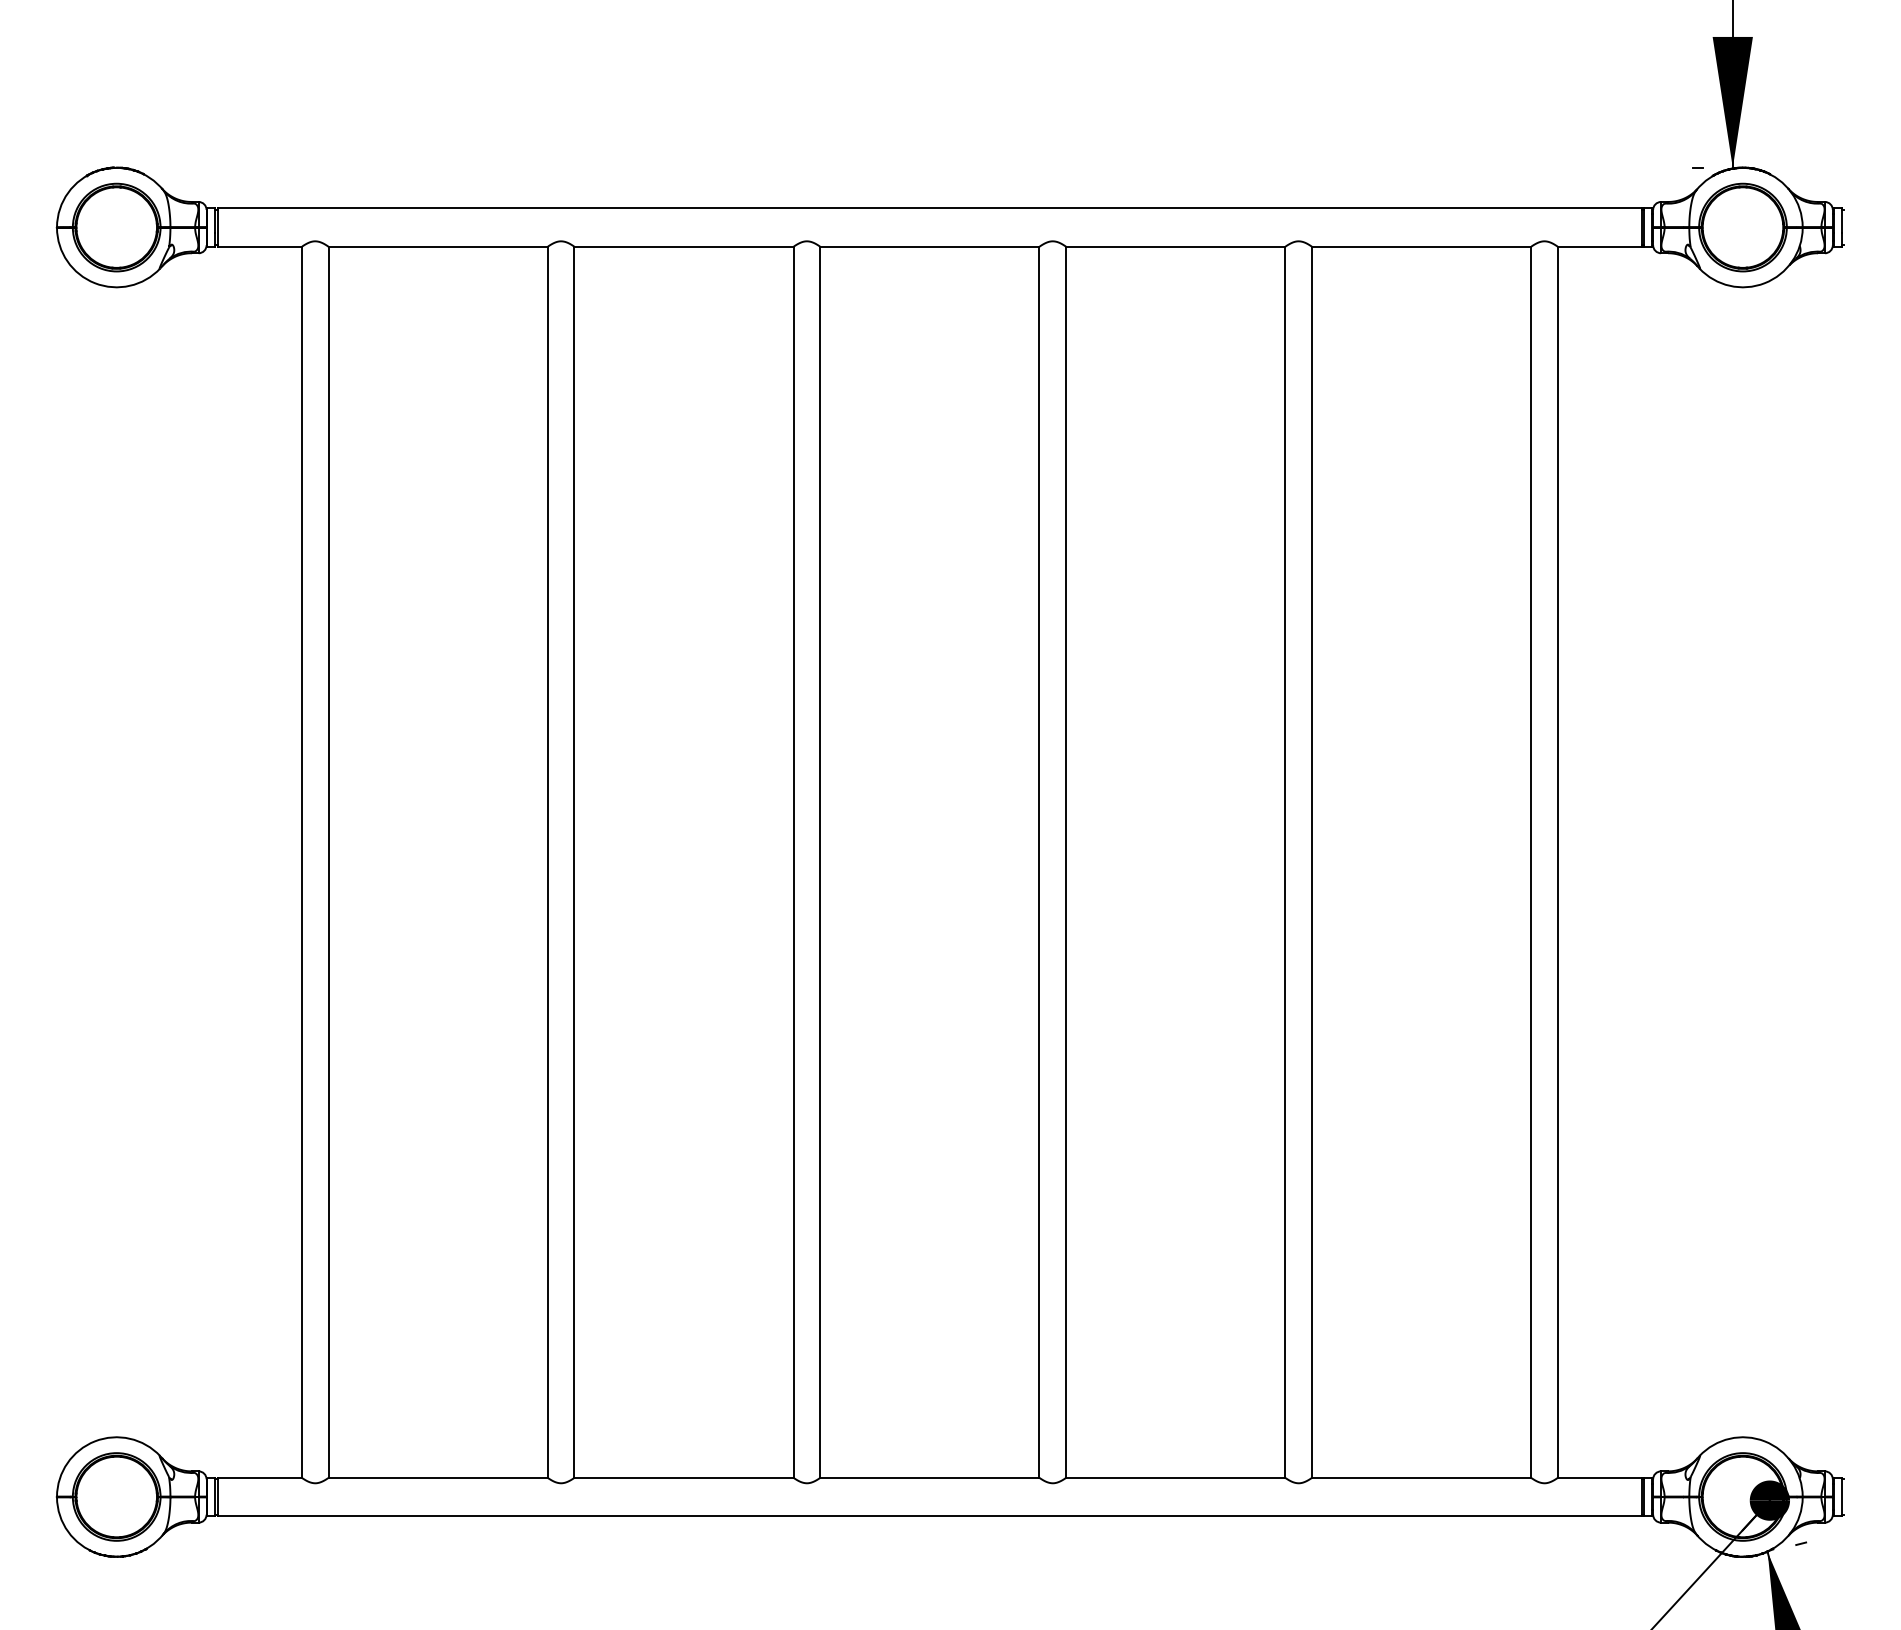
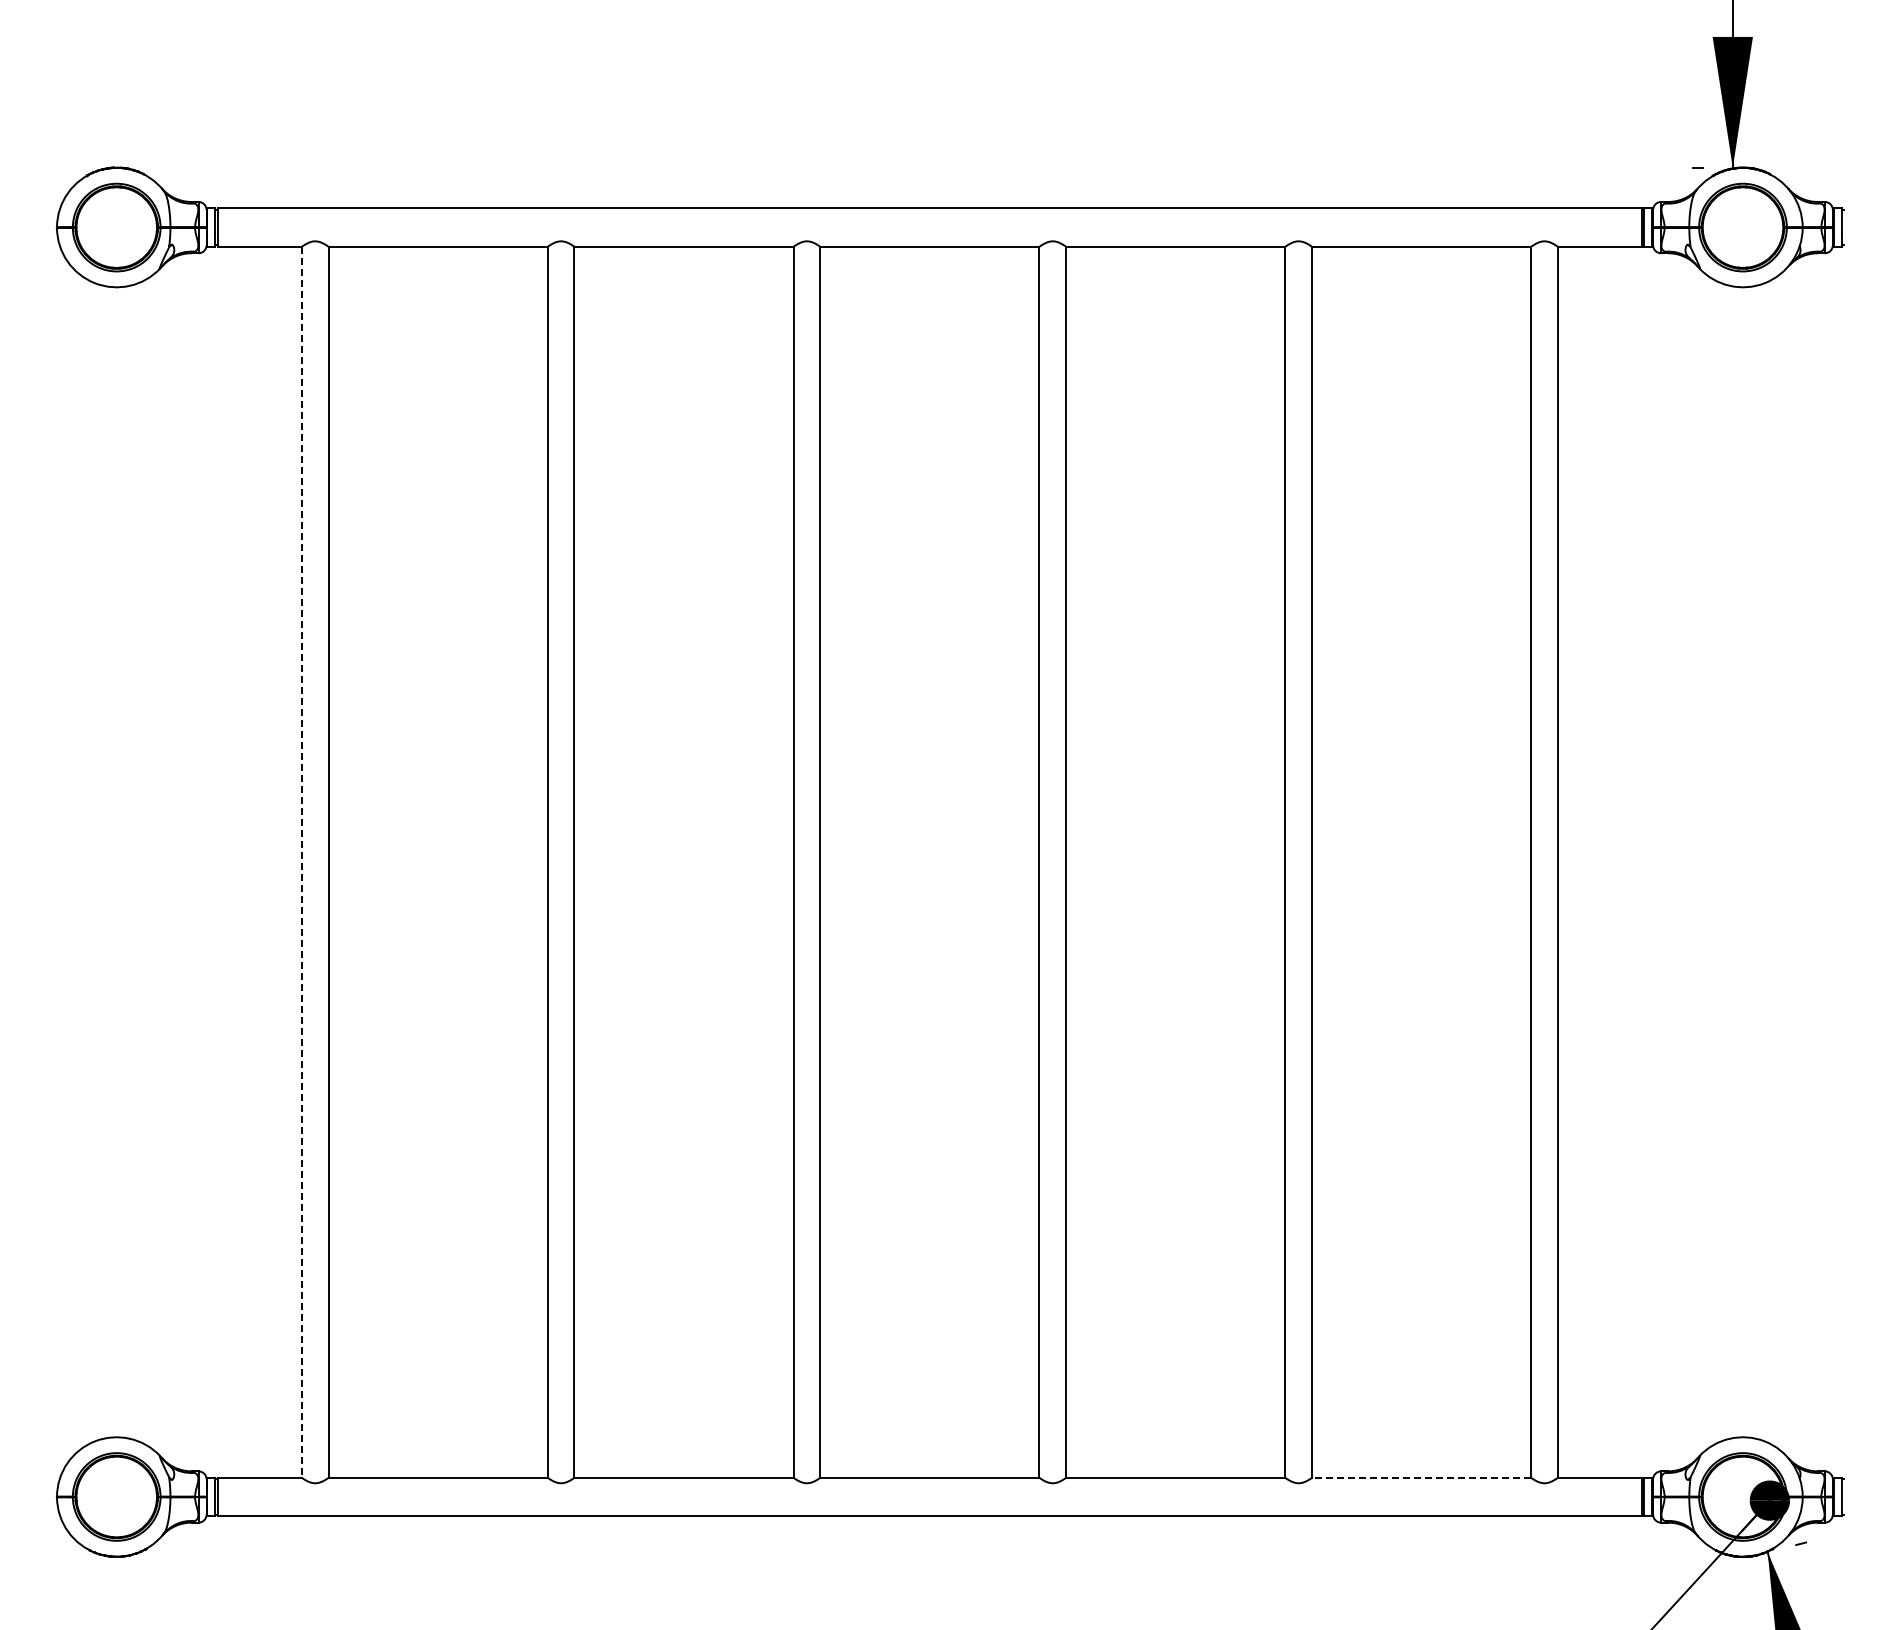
line at (301, 862): solid -> dashed
line at (1421, 1477): solid -> dashed
